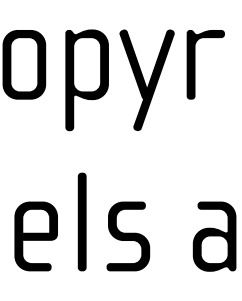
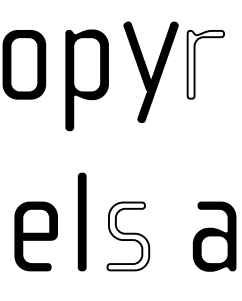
fill at (205, 64): present -> none
part at (146, 79) position: (146, 79) -> (150, 71)
fill at (128, 236): present -> none
